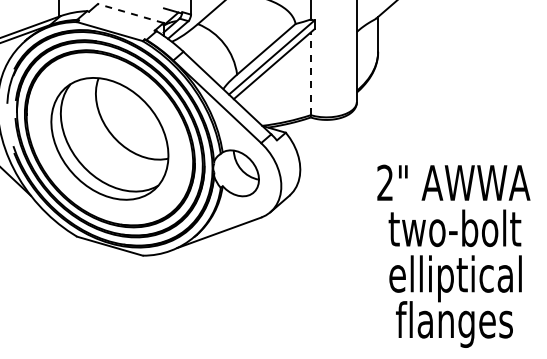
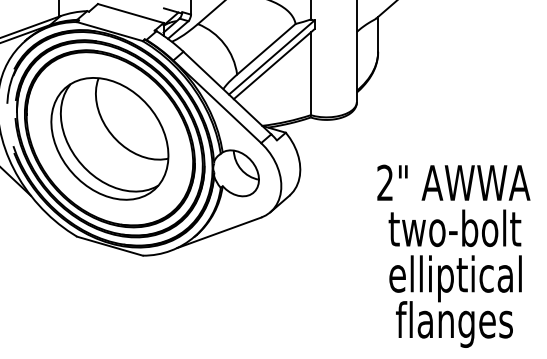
line at (130, 13): dashed -> solid
line at (310, 73): dashed -> solid
